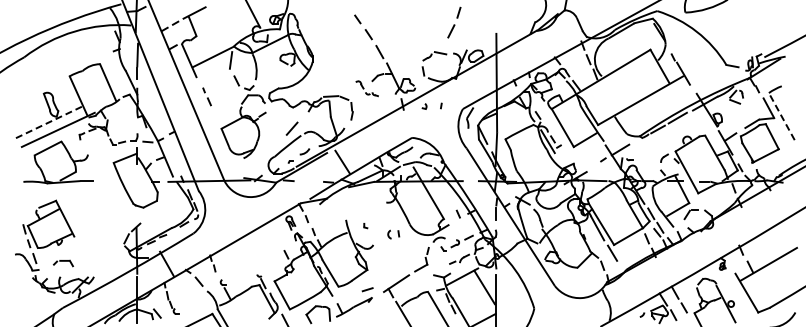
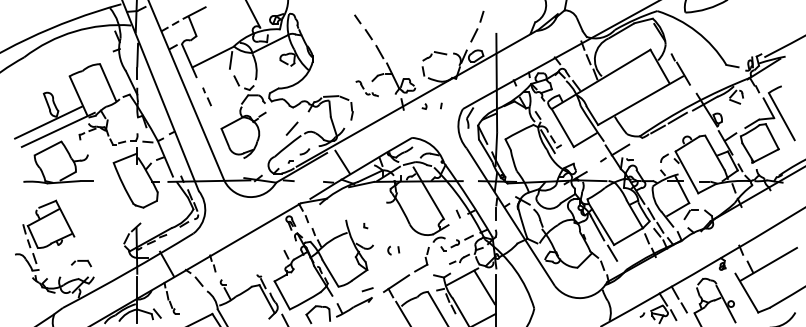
part at (454, 22) position: (454, 22) -> (477, 26)
line at (781, 116): dashed -> solid
line at (48, 122): dashed -> solid
part at (393, 234) position: (393, 234) -> (393, 250)
part at (62, 263) position: (62, 263) -> (80, 263)
